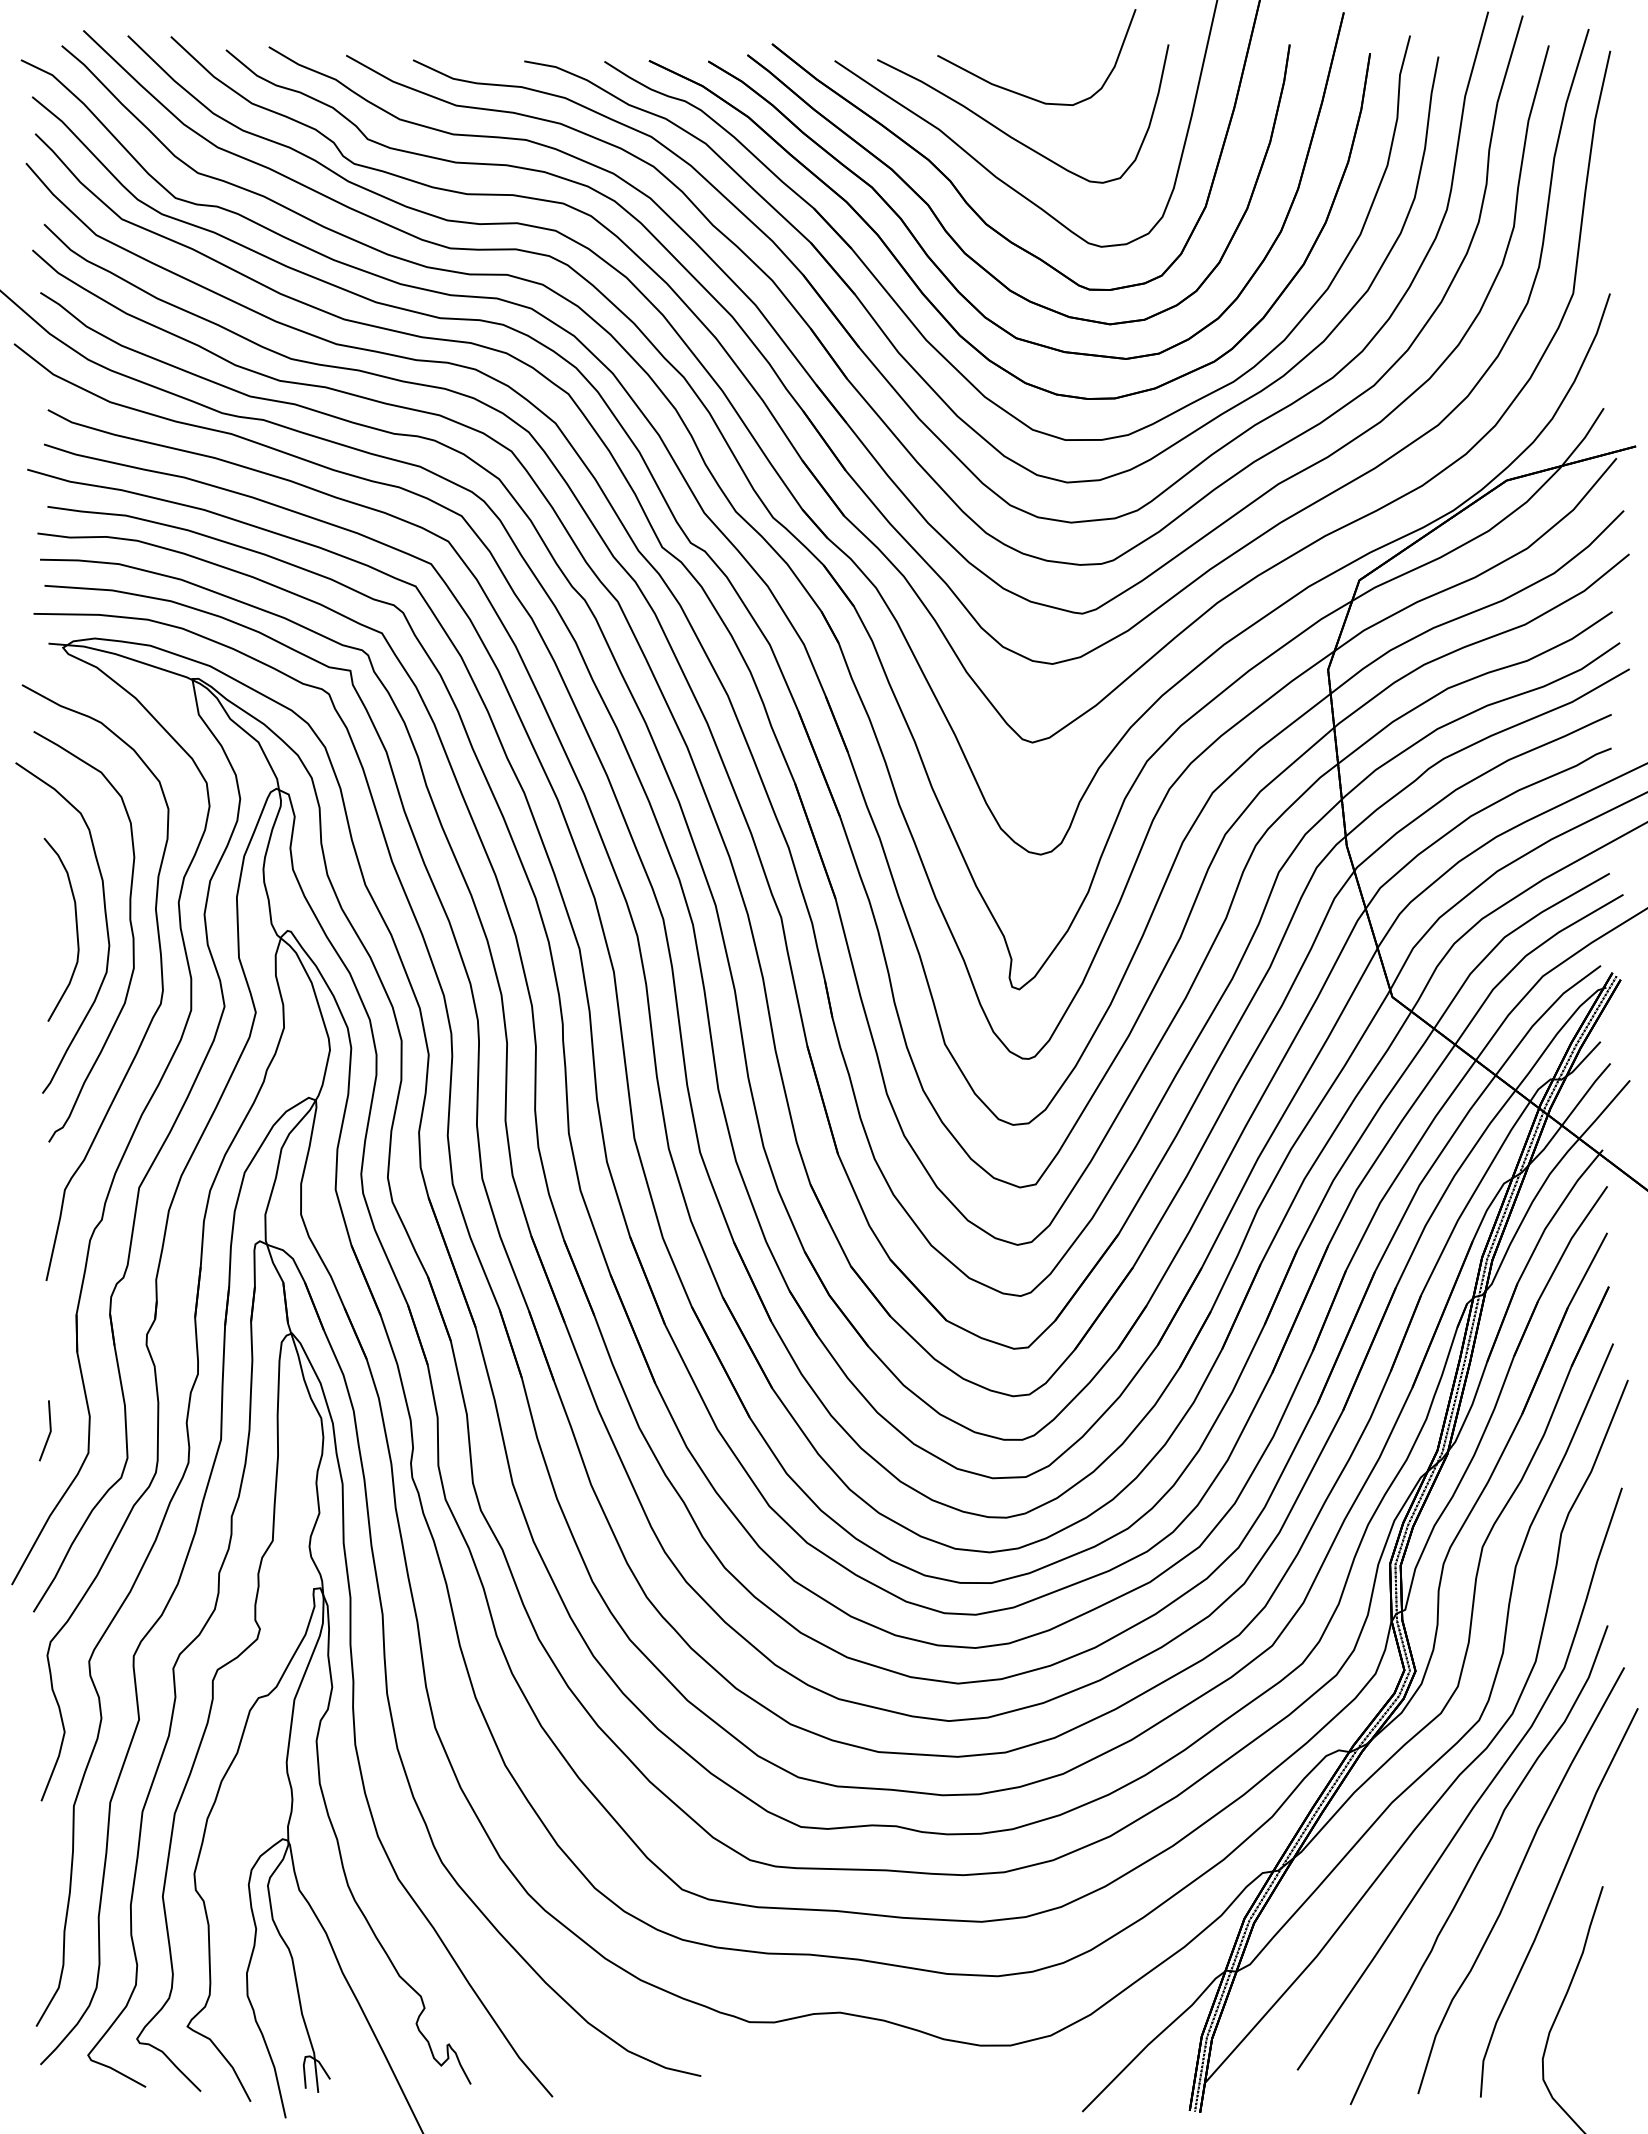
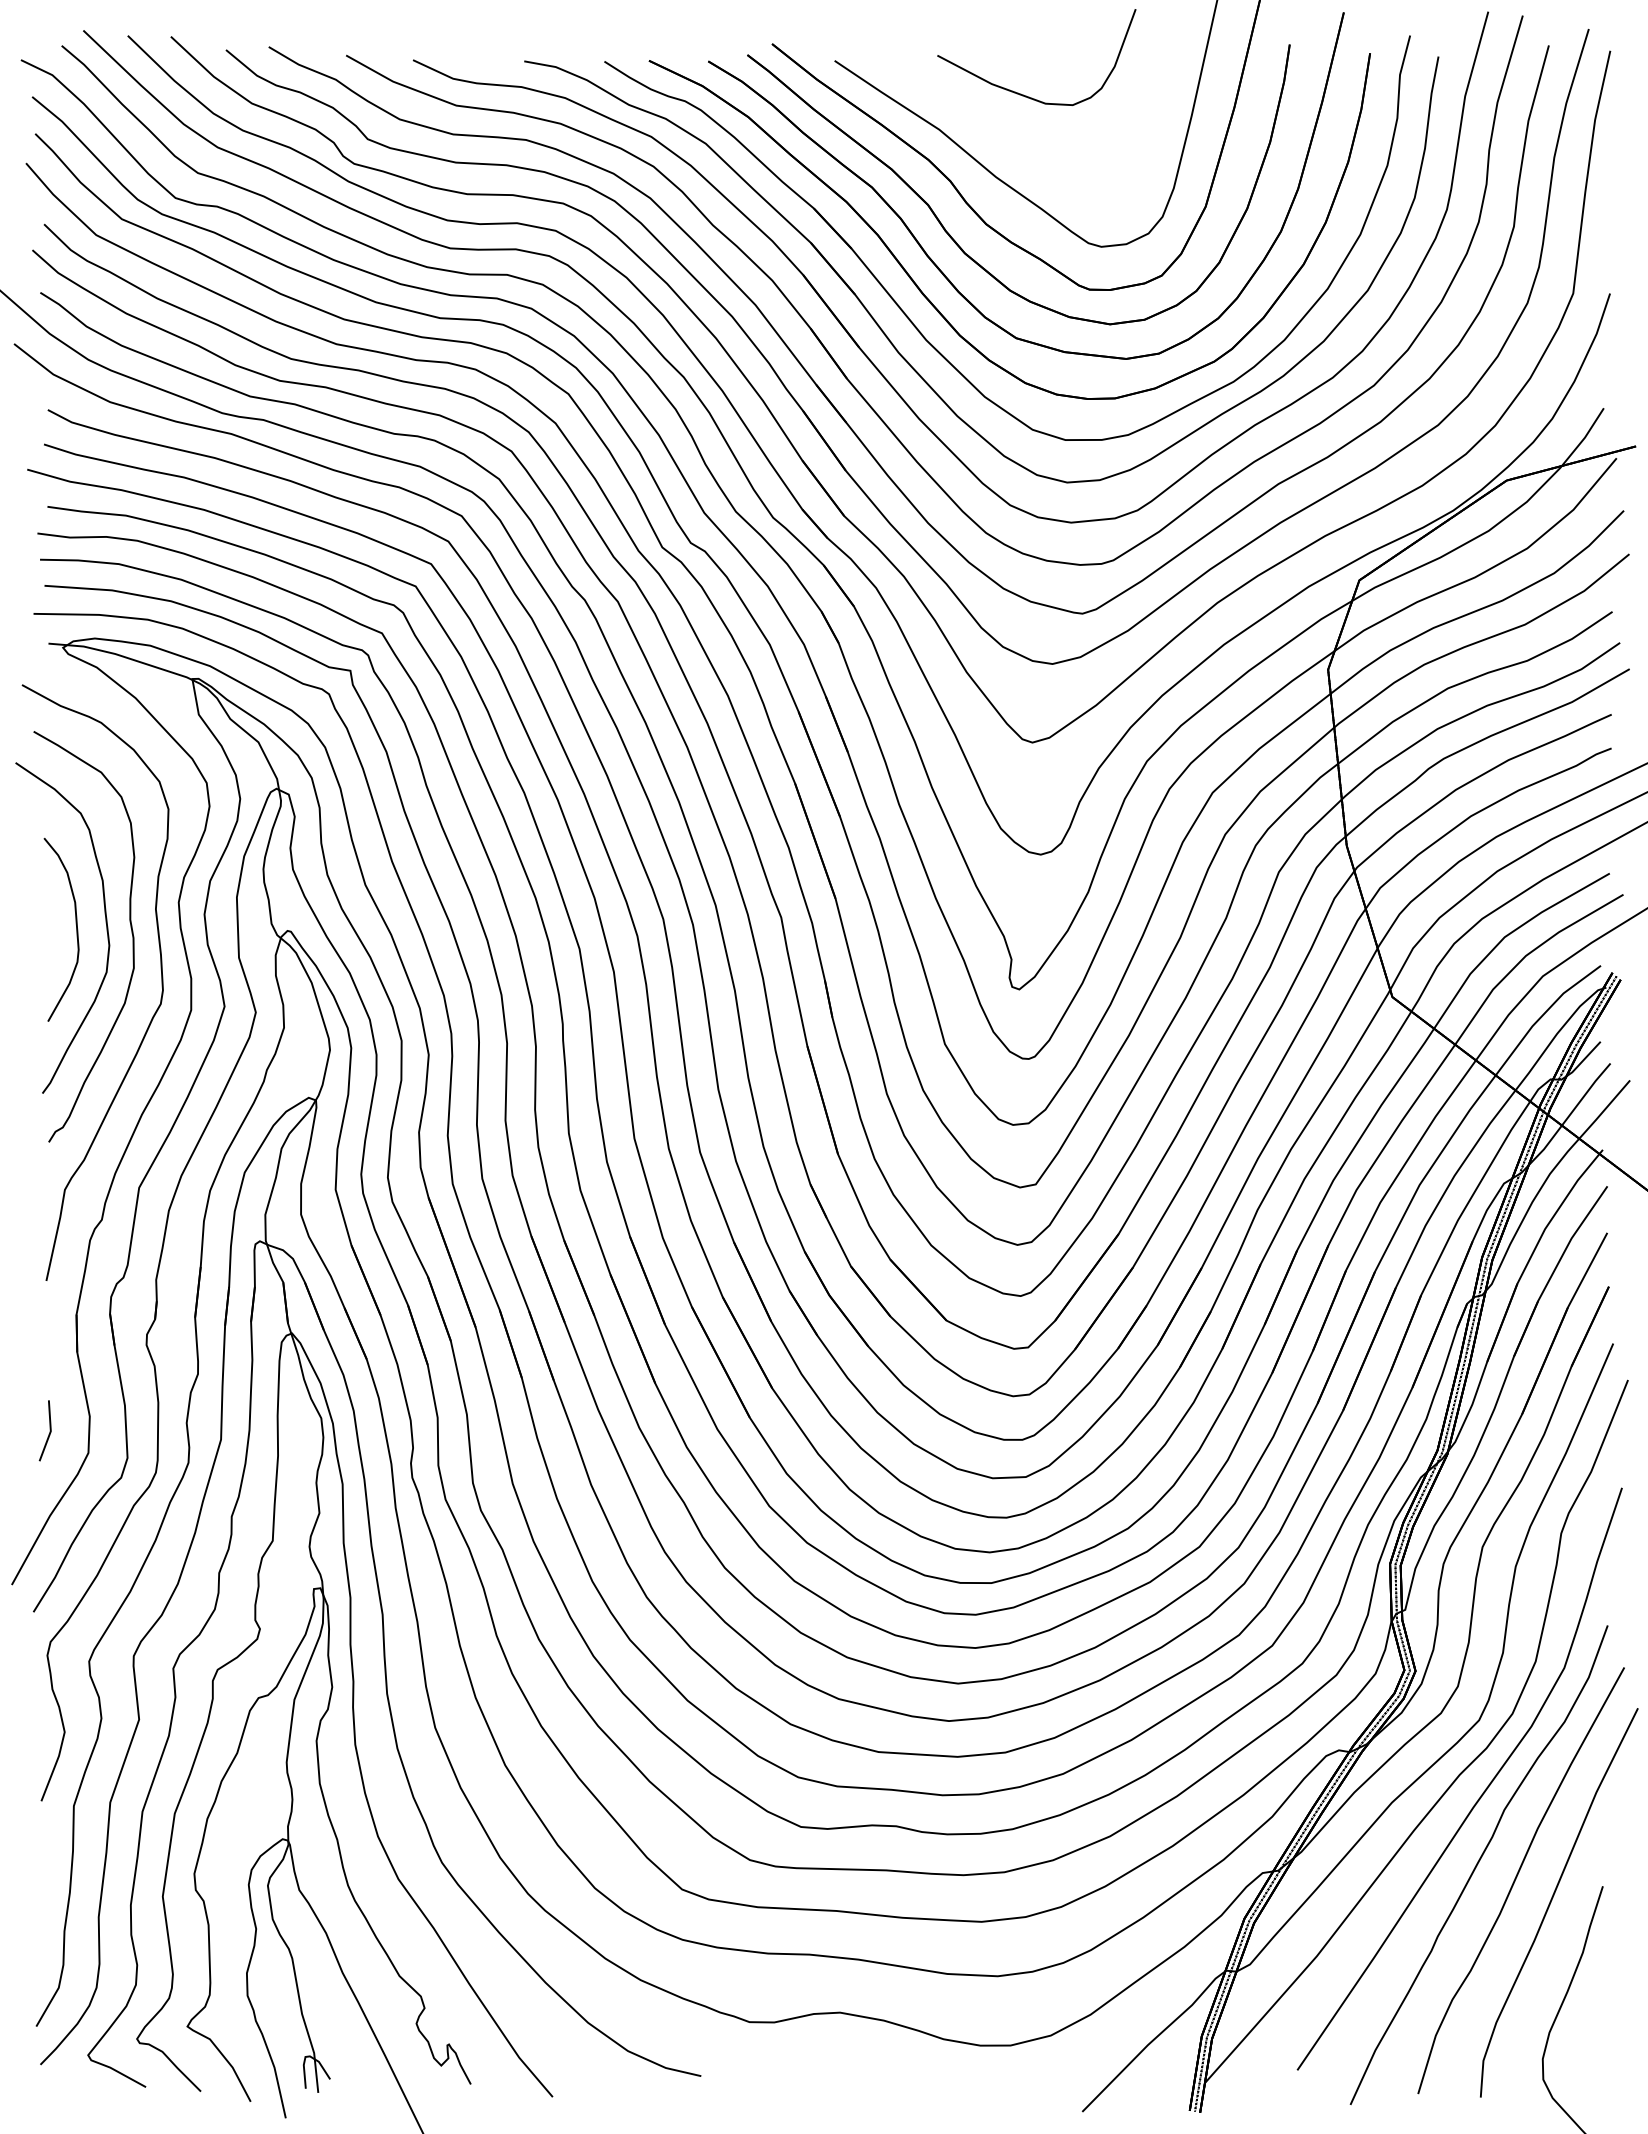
part at (1010, 135): present -> none
